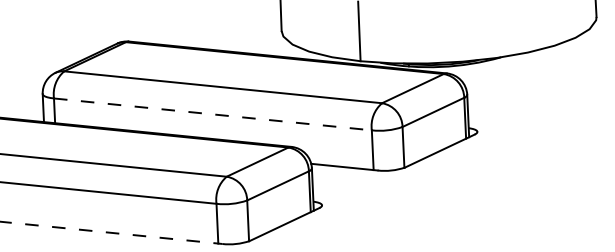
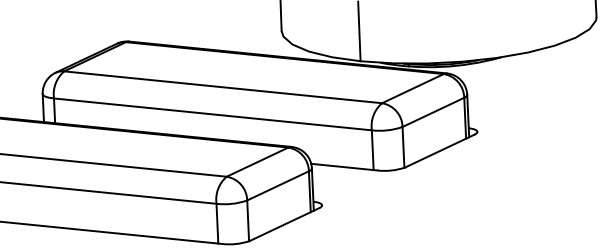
line at (212, 114): dashed -> solid
line at (112, 232): dashed -> solid
